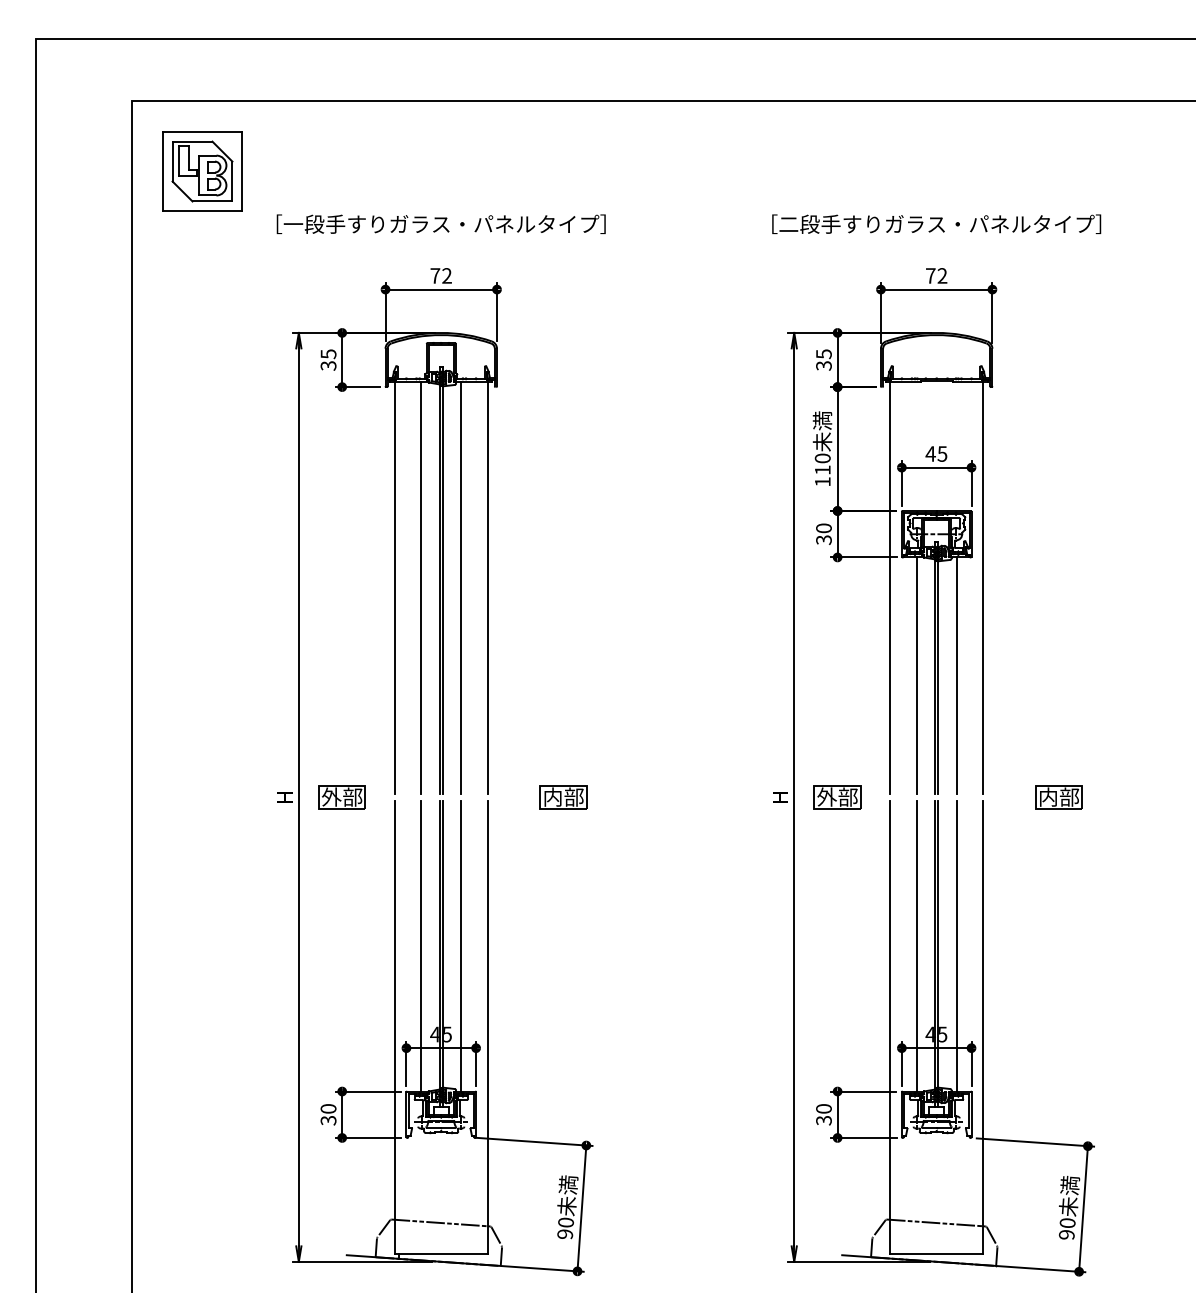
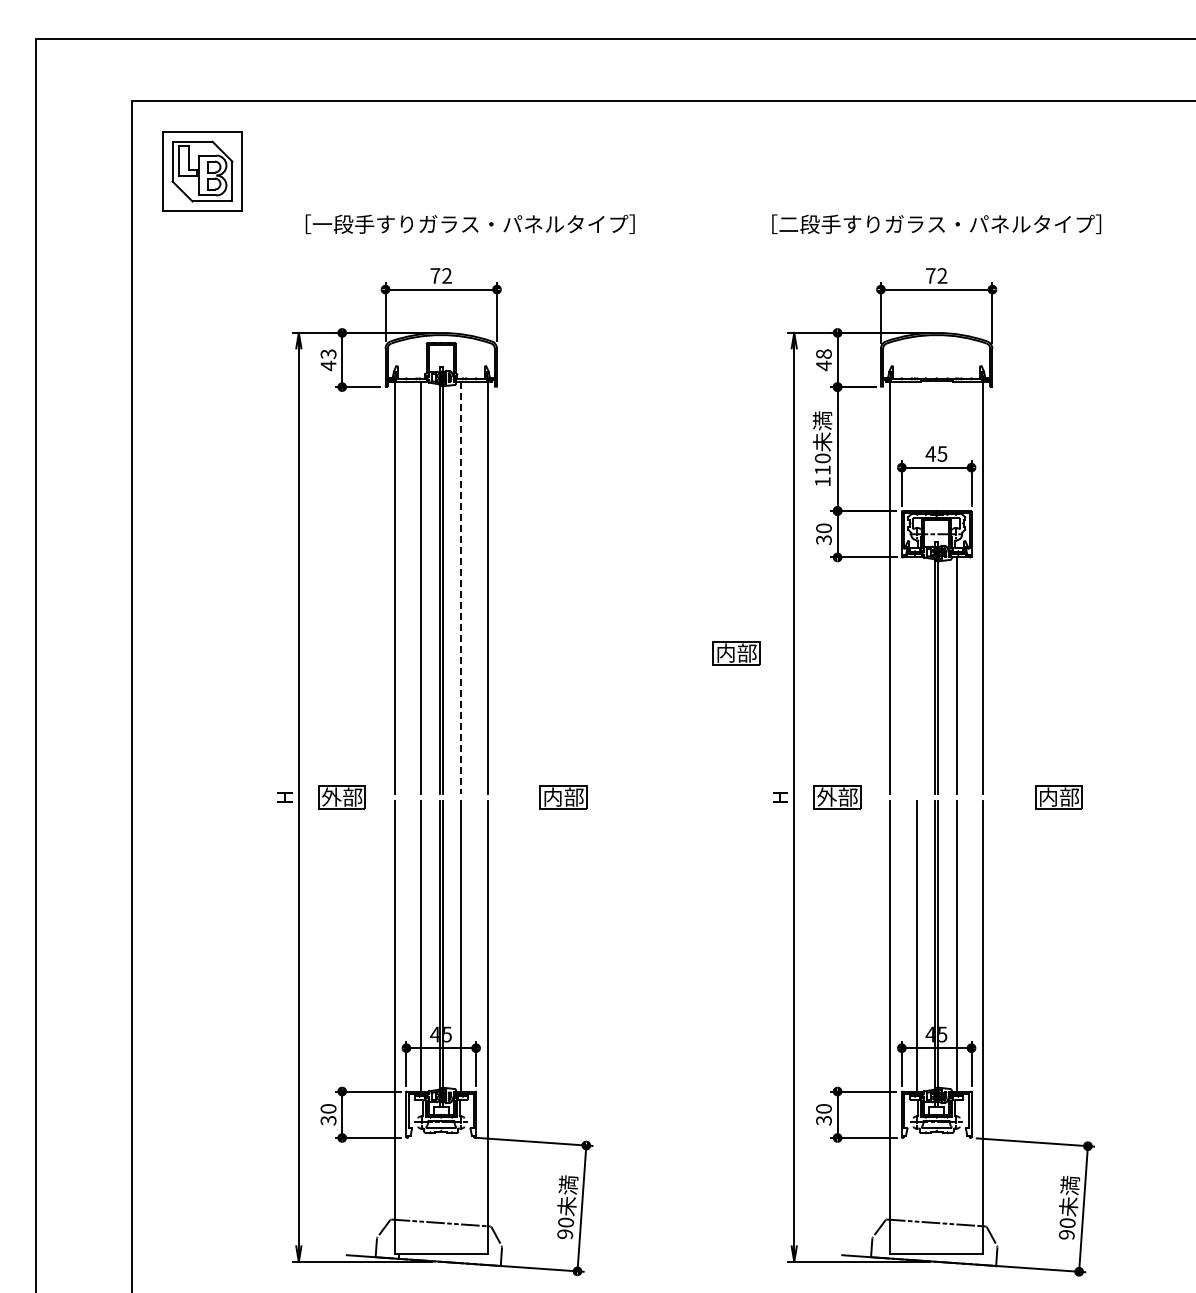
text at (440, 223) position: (440, 223) -> (469, 223)
text at (328, 360): 35 -> 43
text at (823, 360): 35 -> 48
line at (461, 587): solid -> dashed
part at (736, 653): none -> present
line at (916, 675): present -> none
